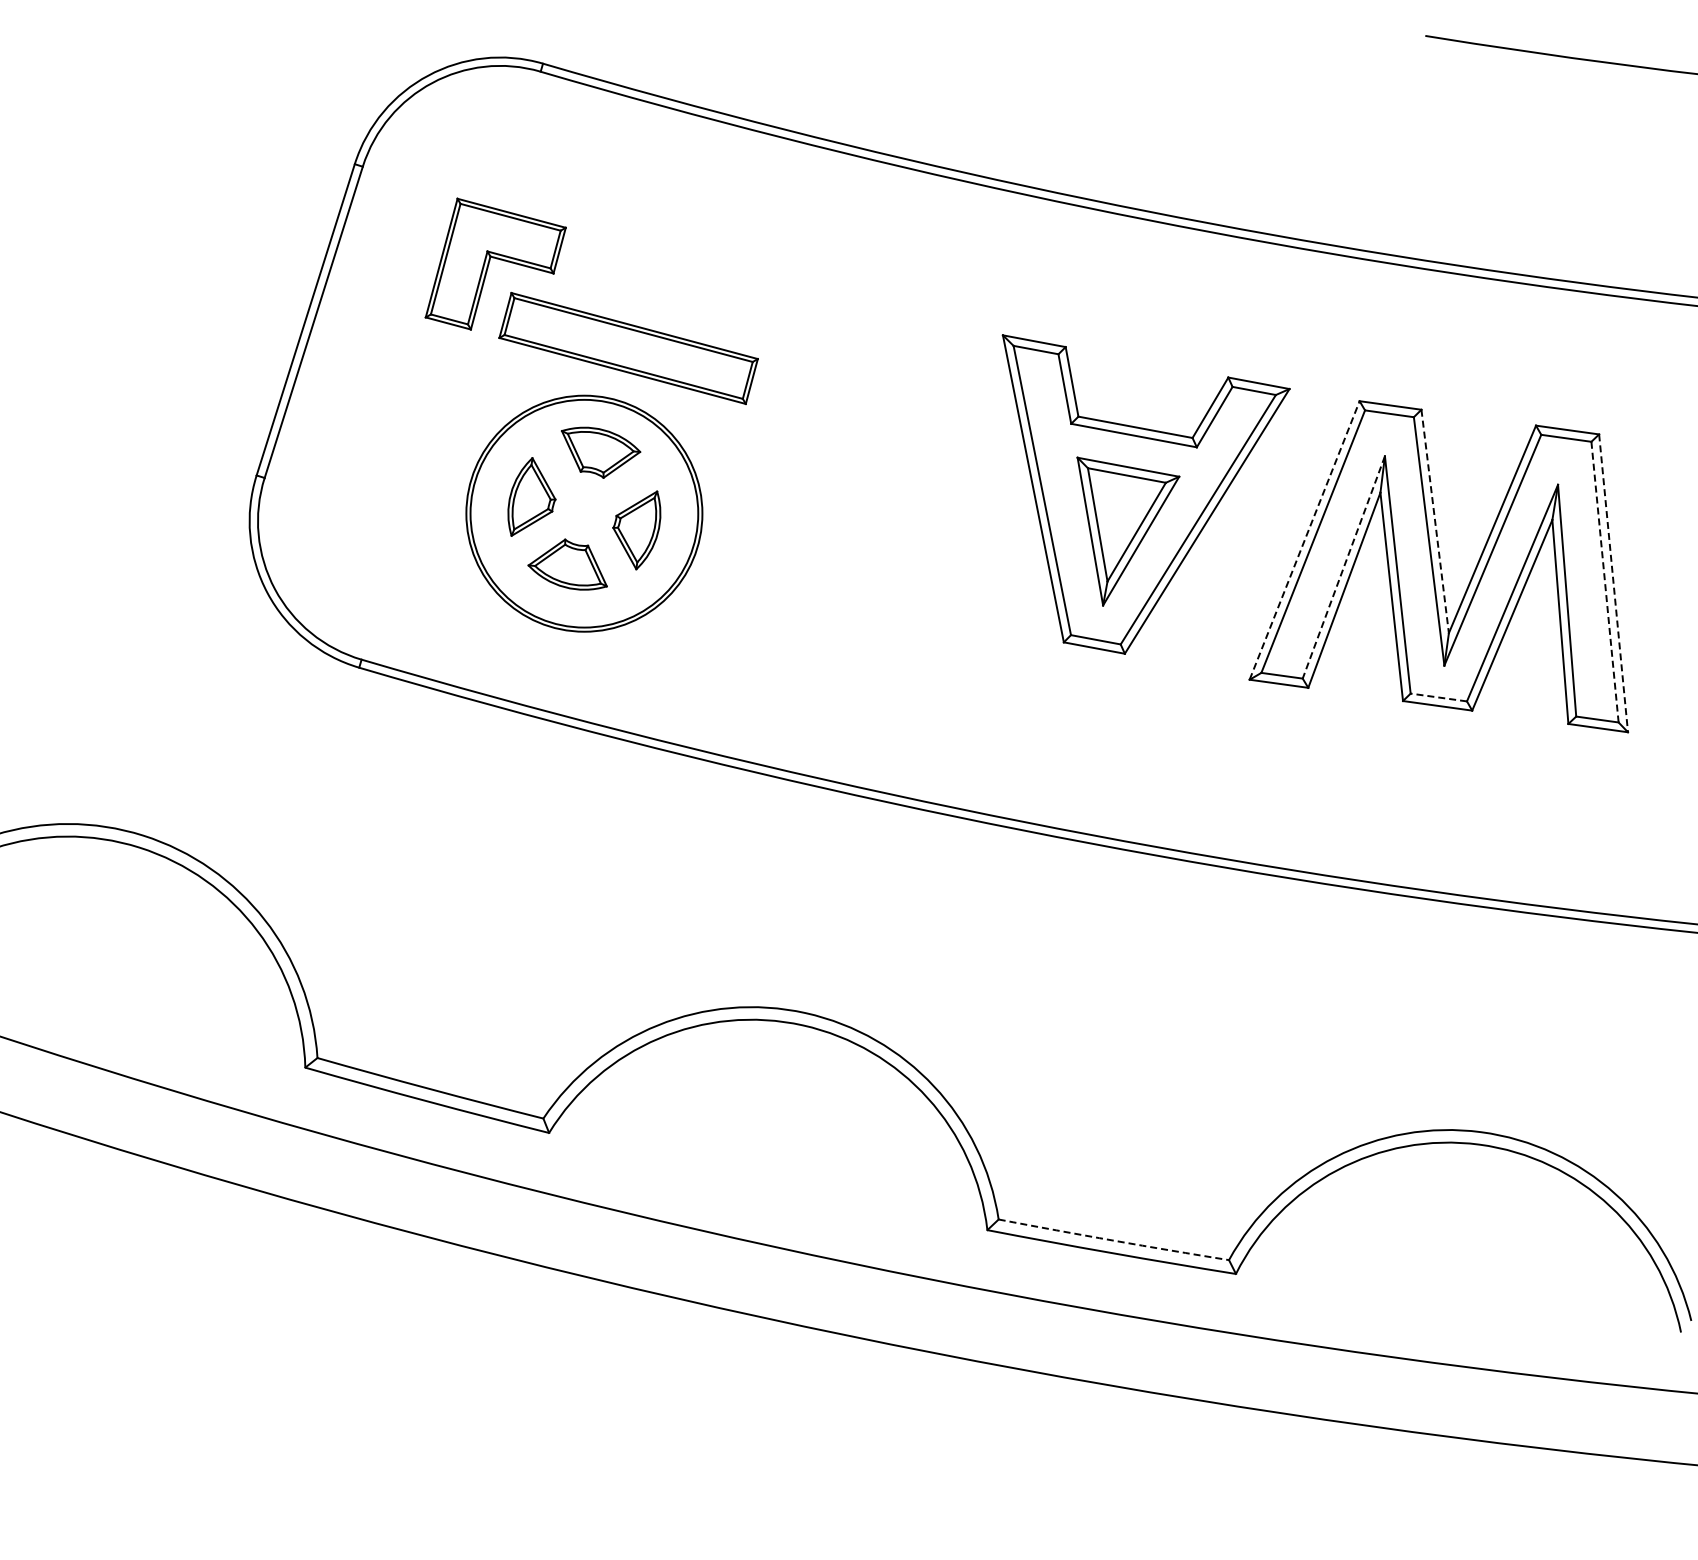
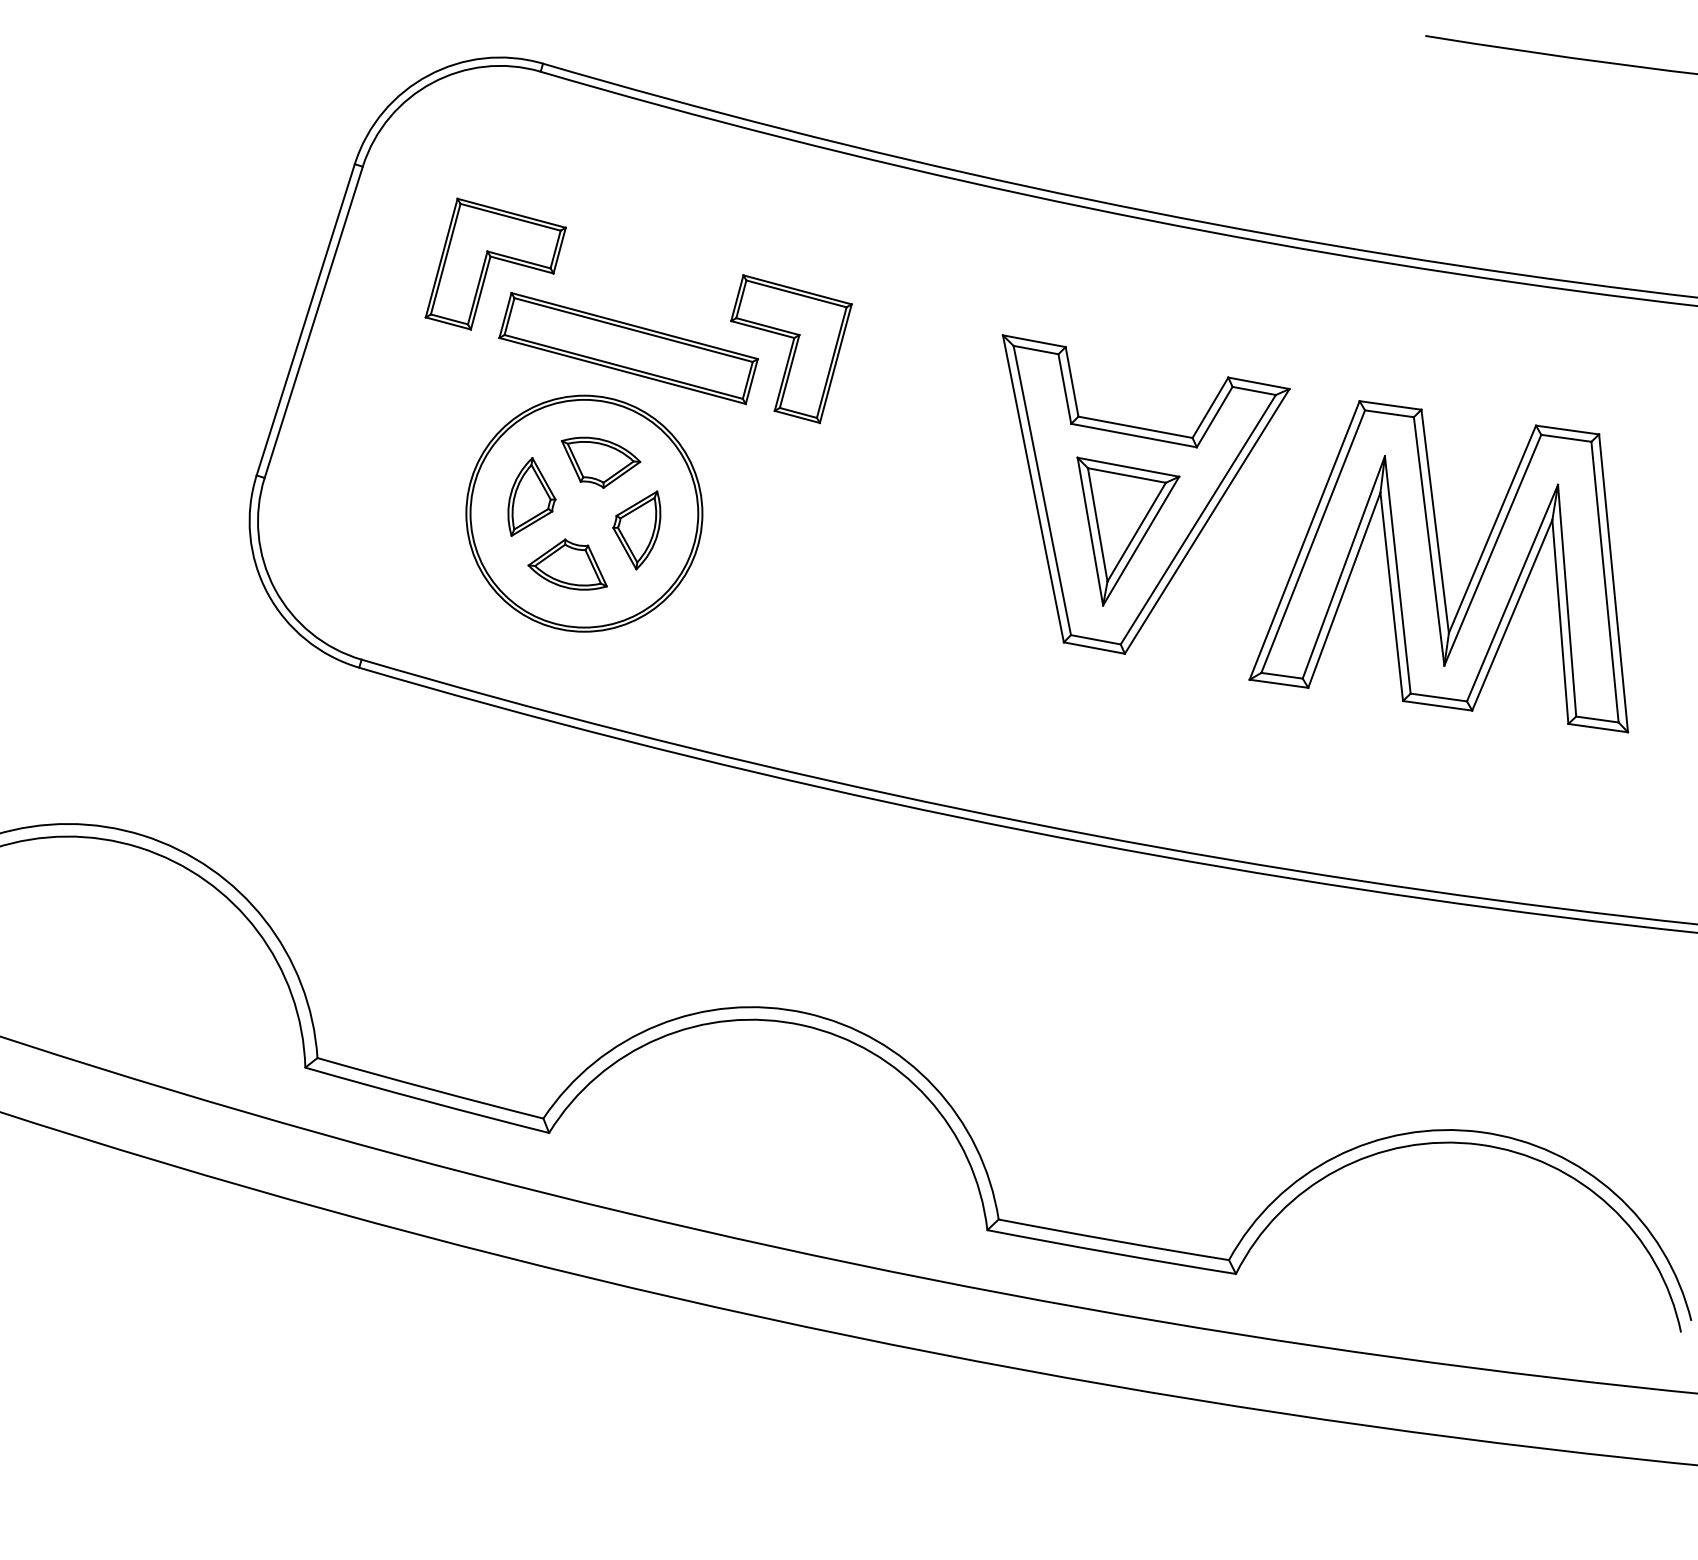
part at (791, 349): none -> present
part at (600, 452) position: (600, 452) -> (600, 462)
line at (1435, 521): dashed -> solid
line at (1304, 540): dashed -> solid
line at (1343, 567): dashed -> solid
line at (1605, 582): dashed -> solid
line at (1613, 583): dashed -> solid
line at (1438, 697): dashed -> solid
arc at (1113, 1240): dashed -> solid
